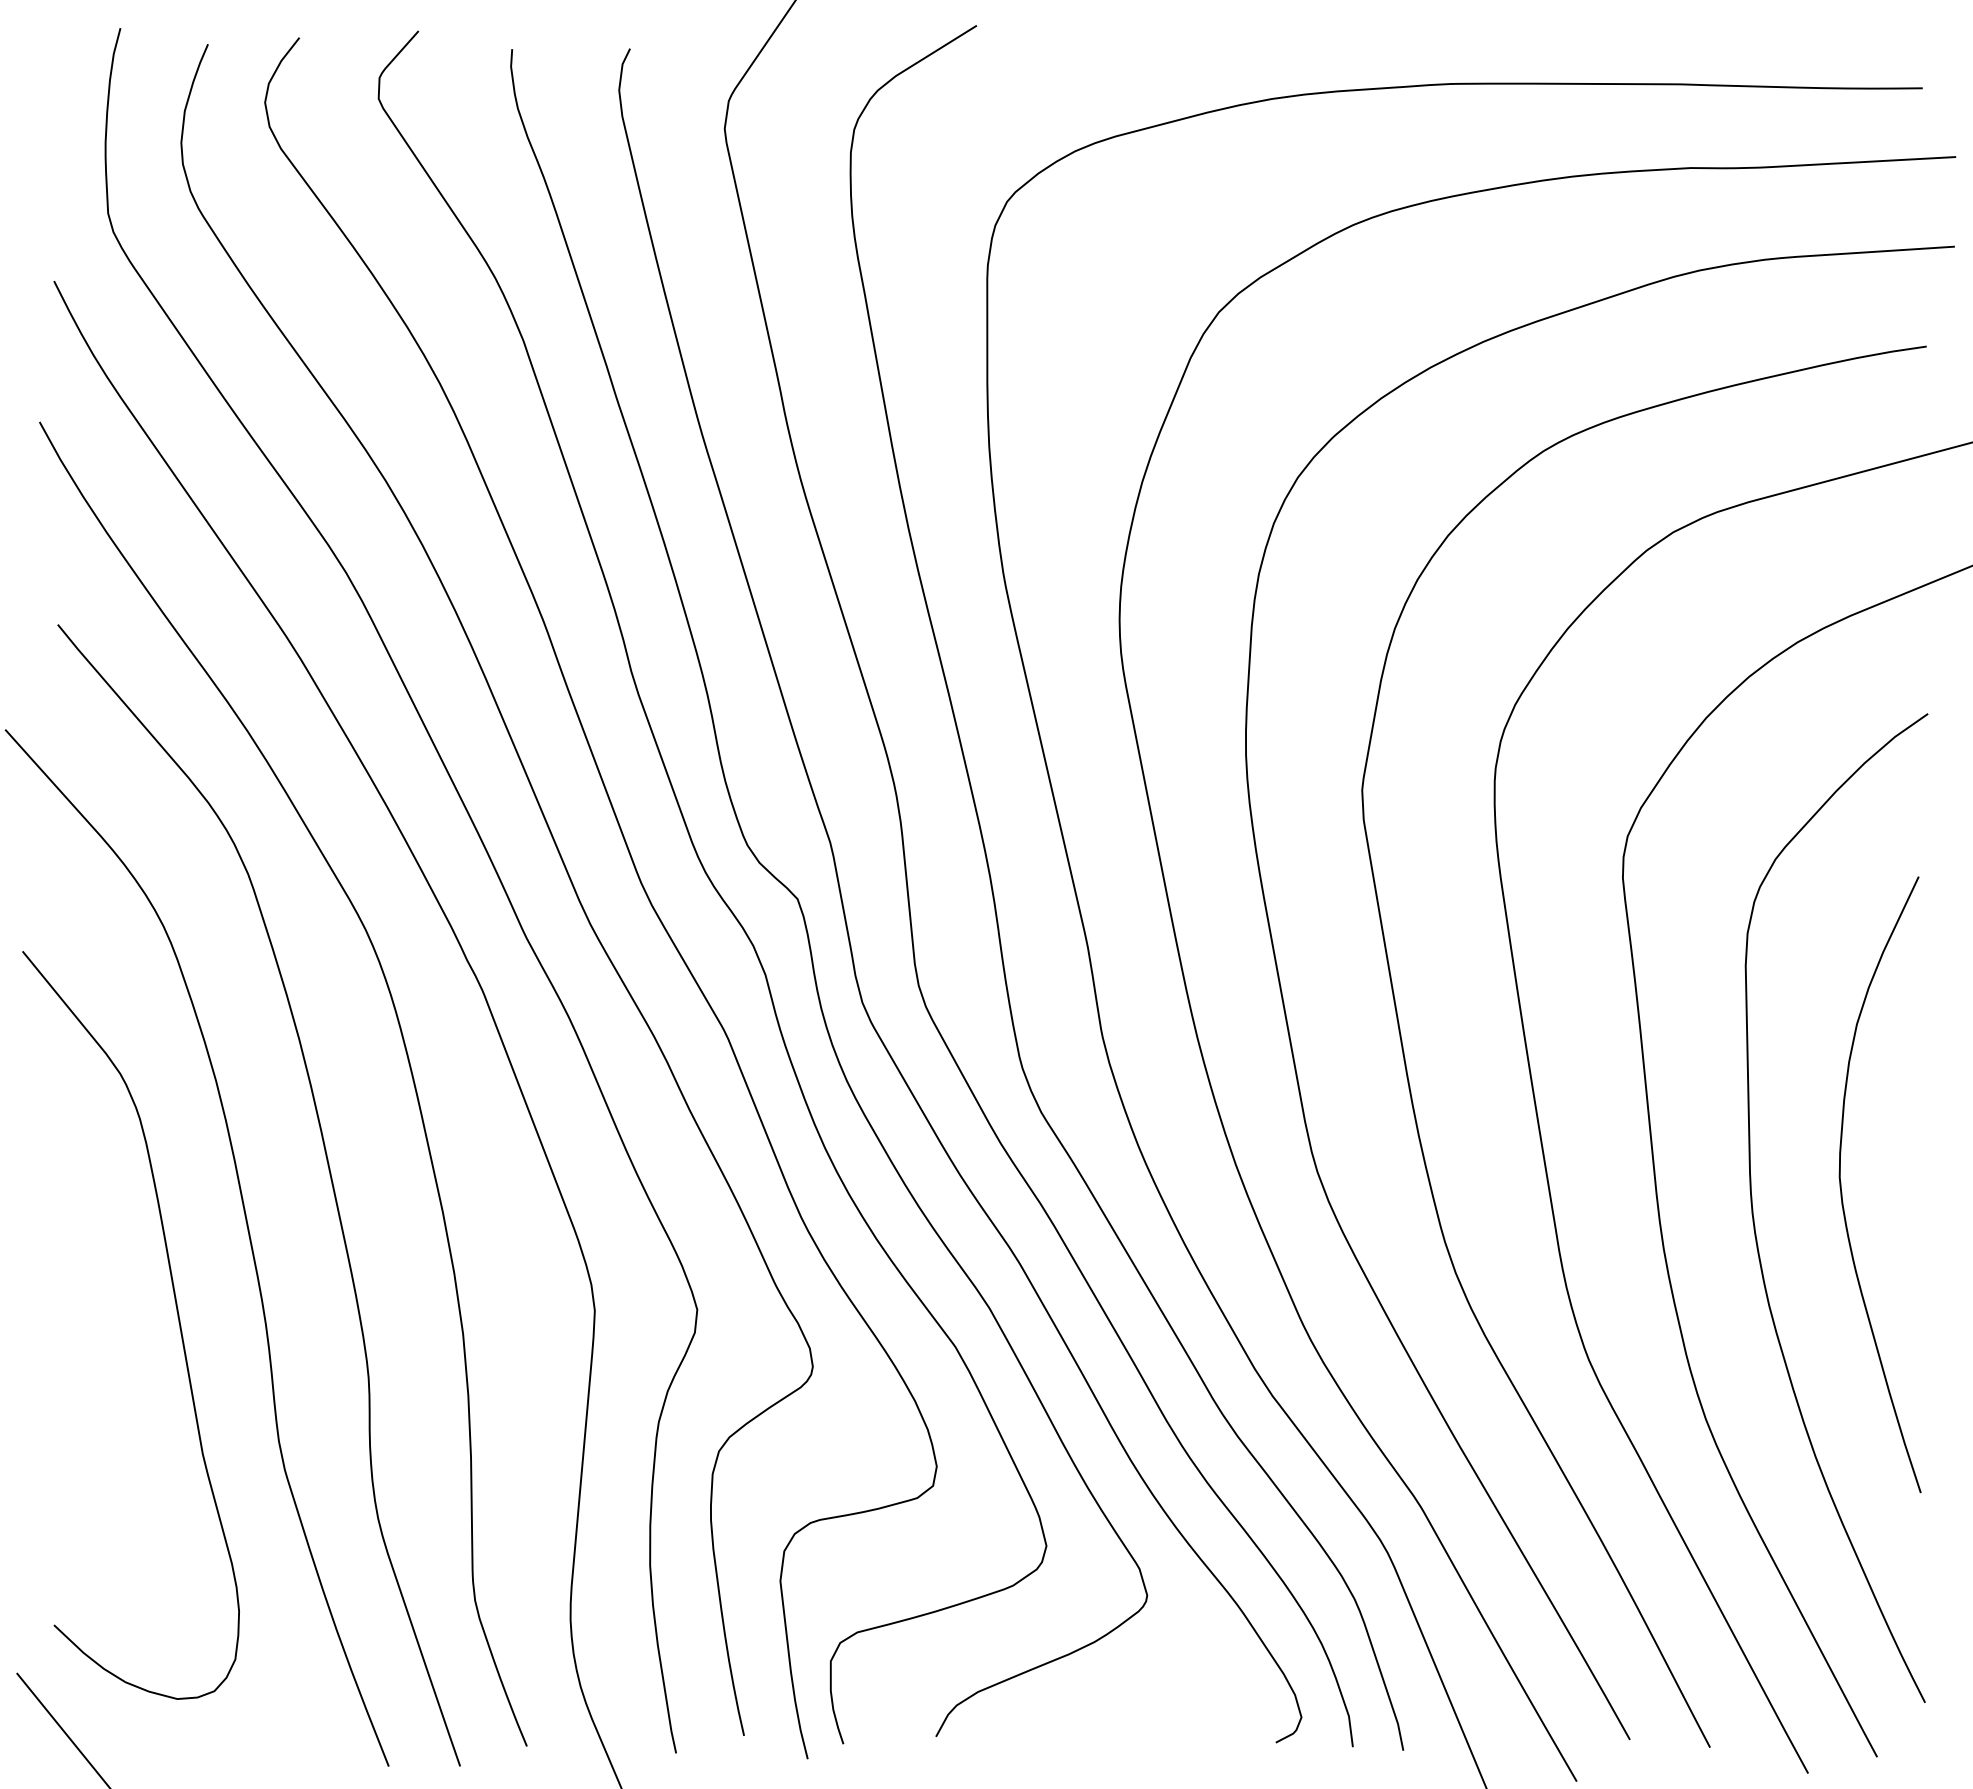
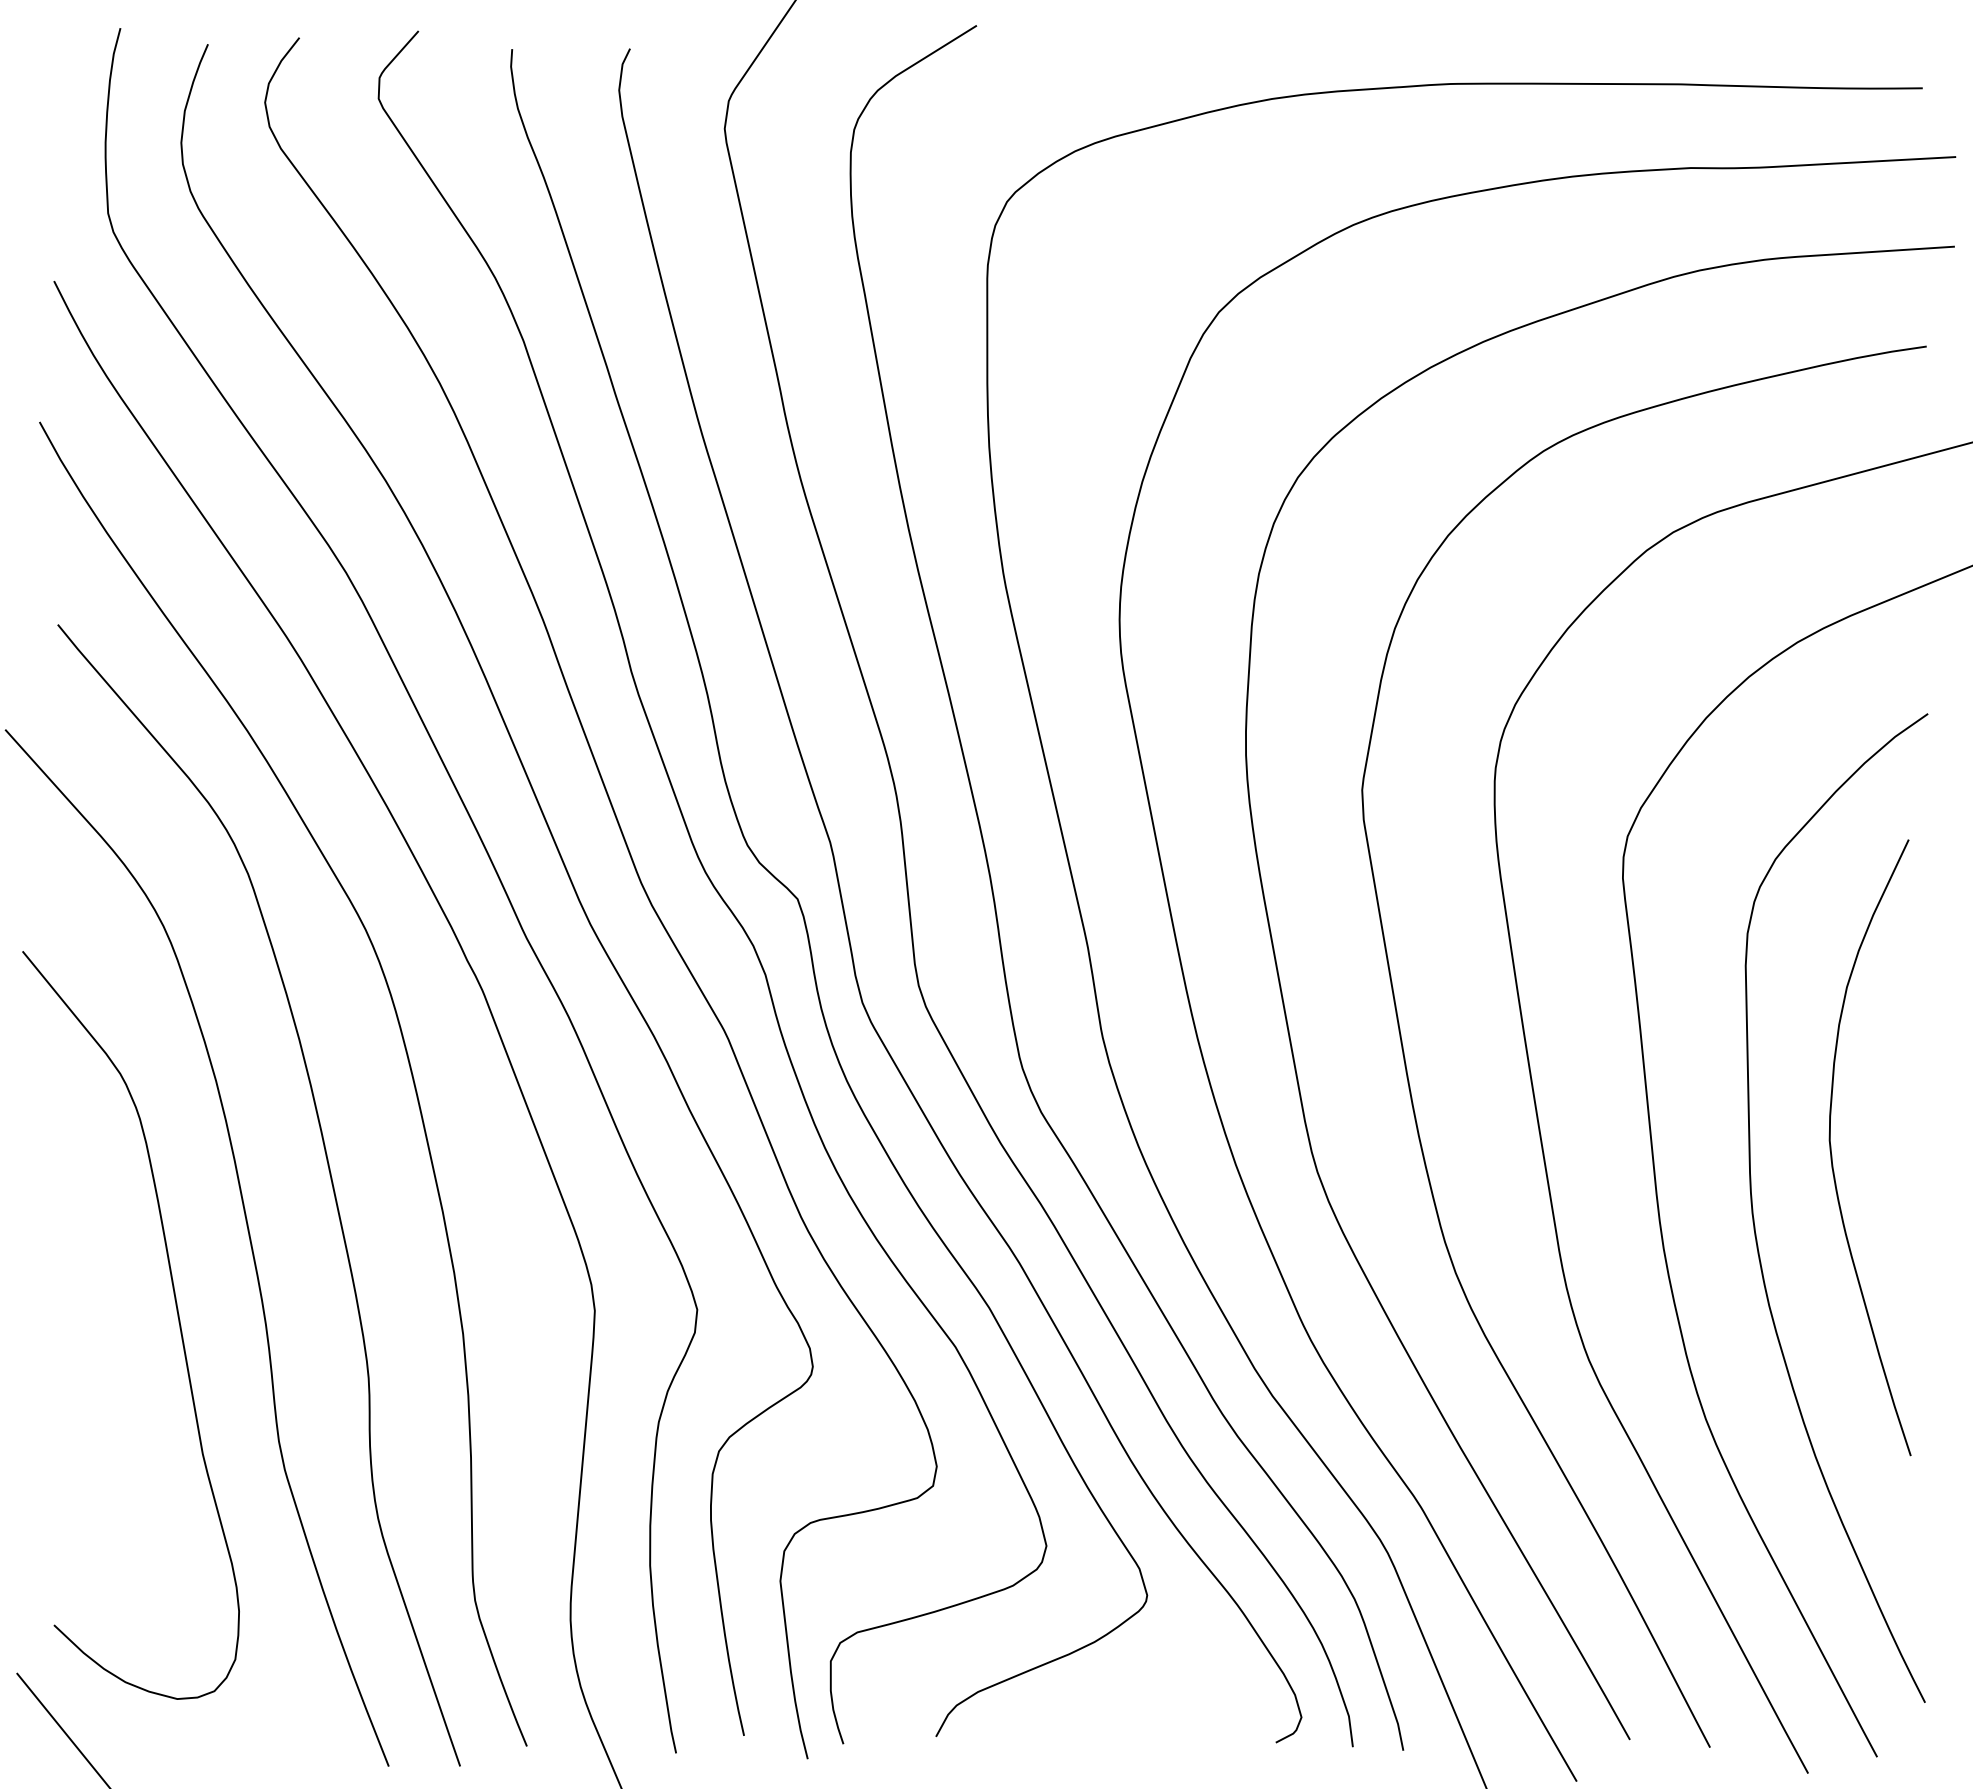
curve at (1842, 1191) position: (1842, 1191) -> (1832, 1154)
